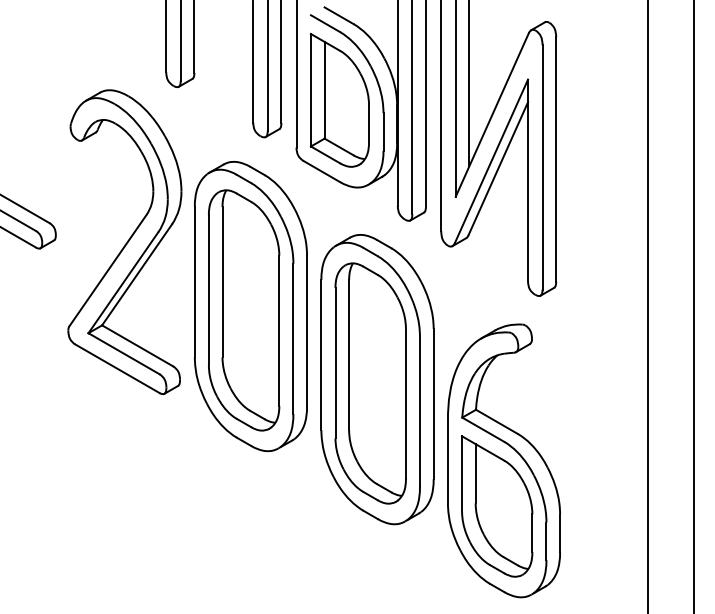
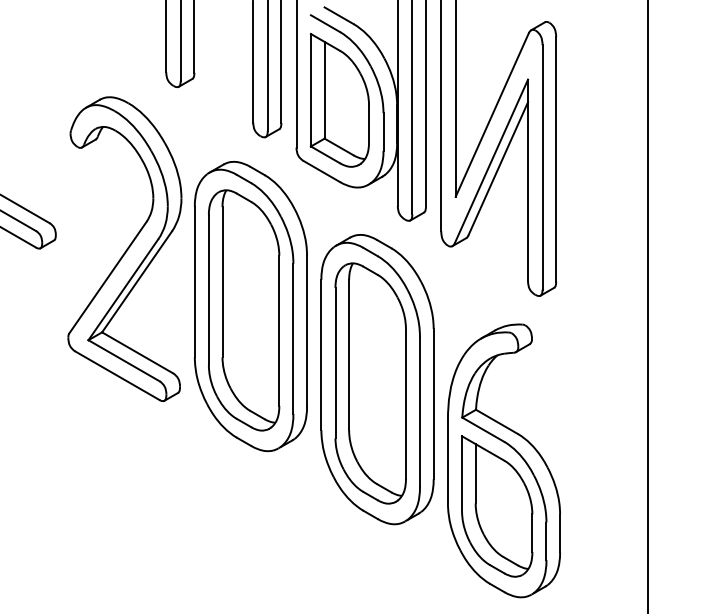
line at (469, 84): present -> none
part at (124, 241) position: (124, 241) -> (124, 248)
line at (693, 306): present -> none
